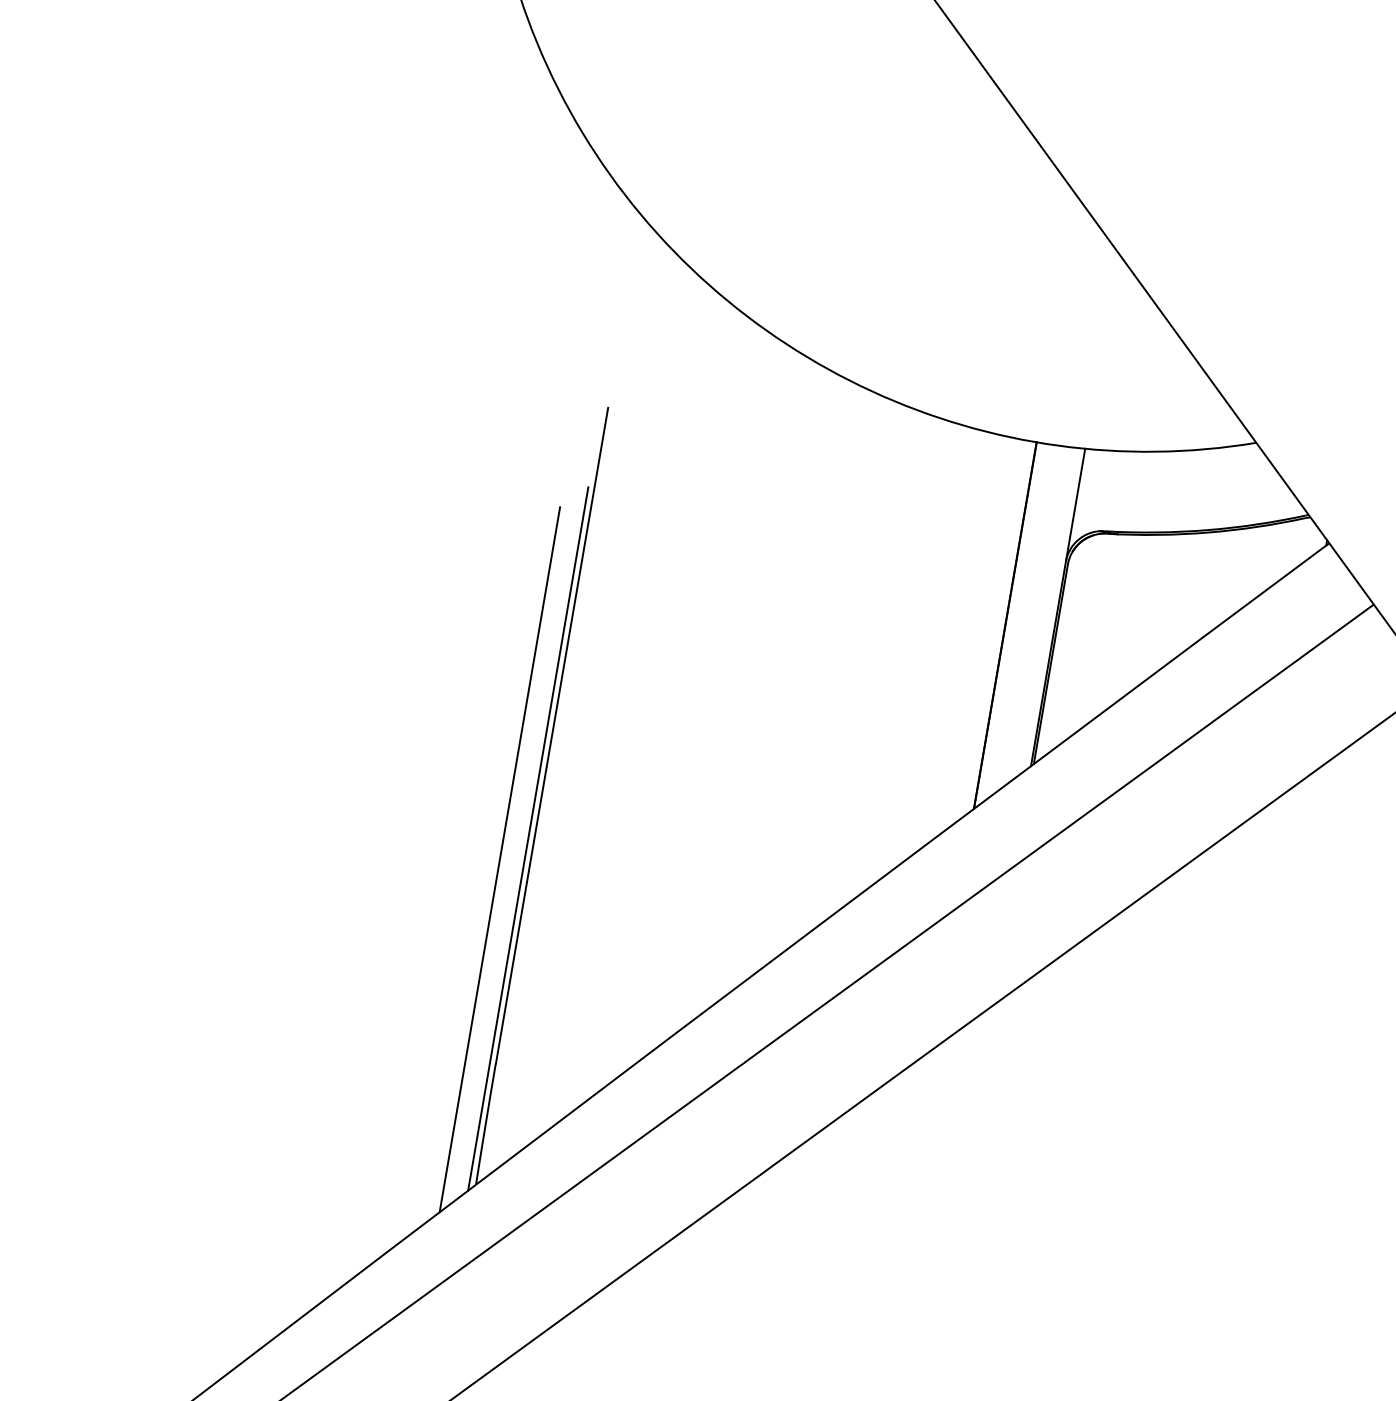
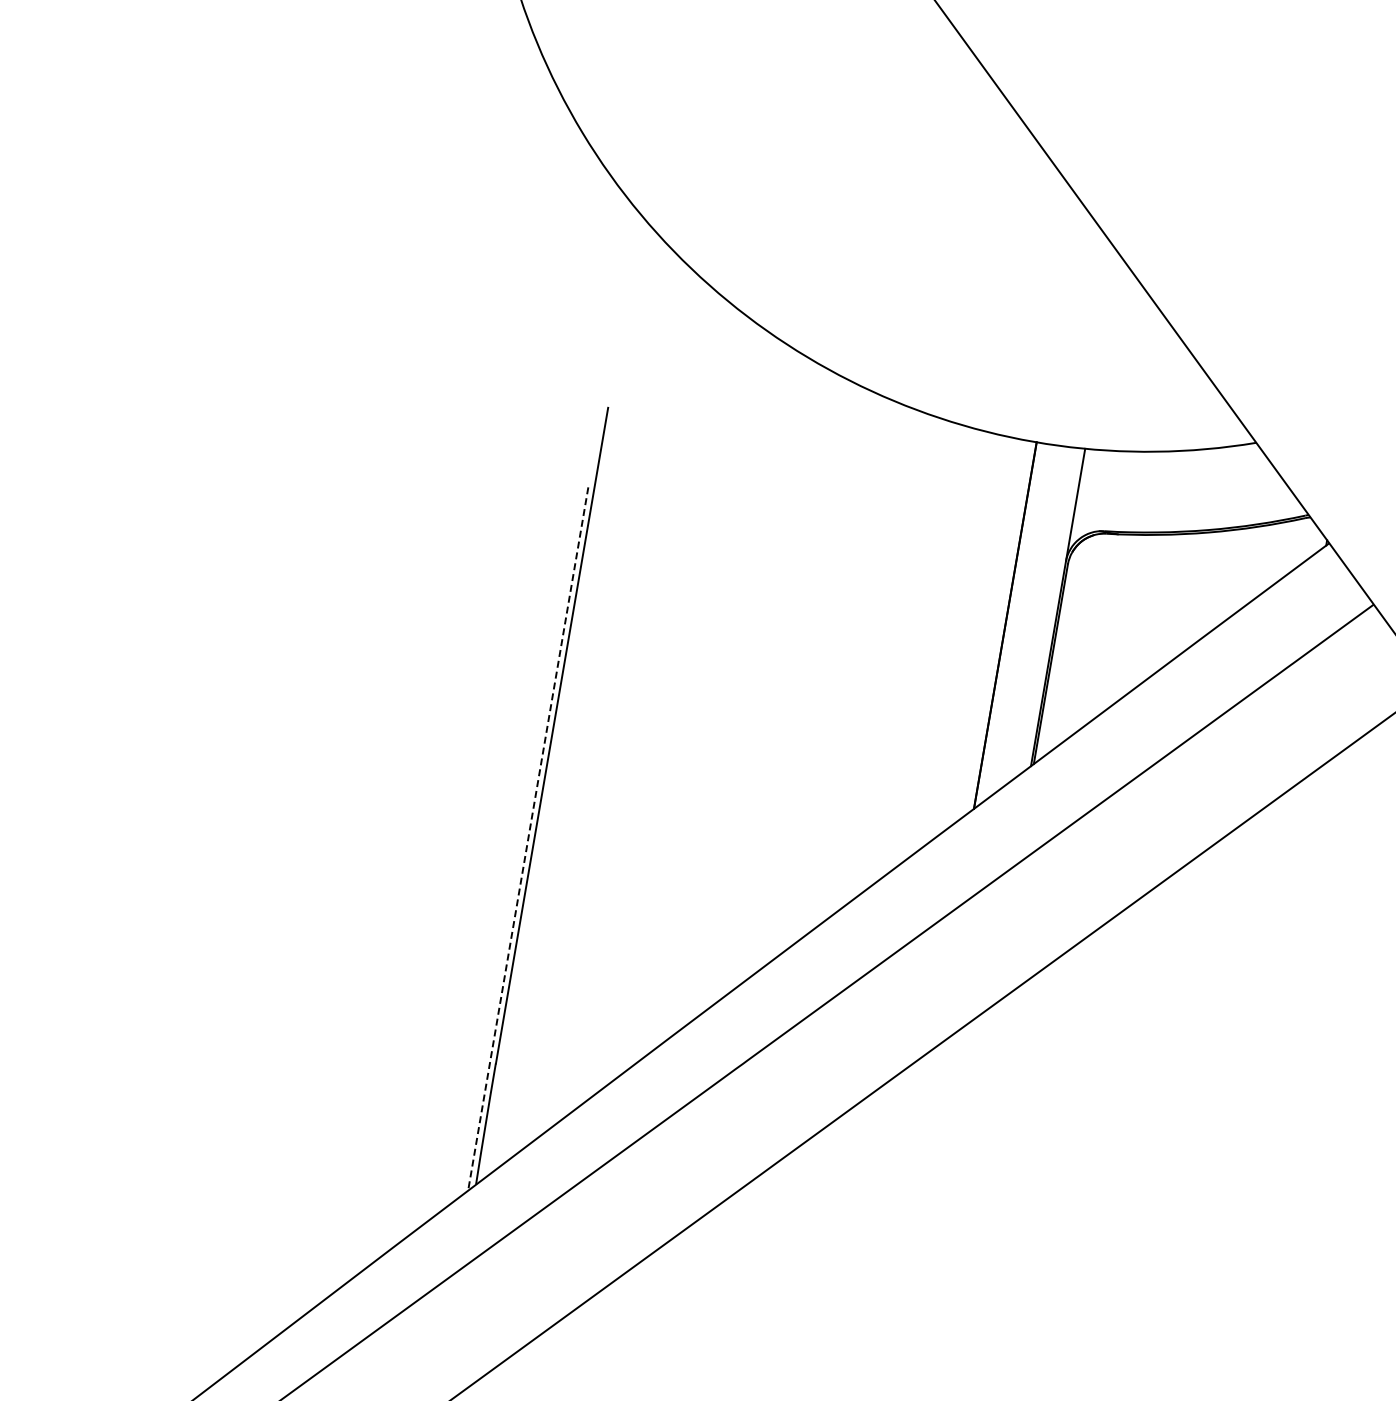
line at (528, 838): solid -> dashed
line at (499, 859): present -> none
